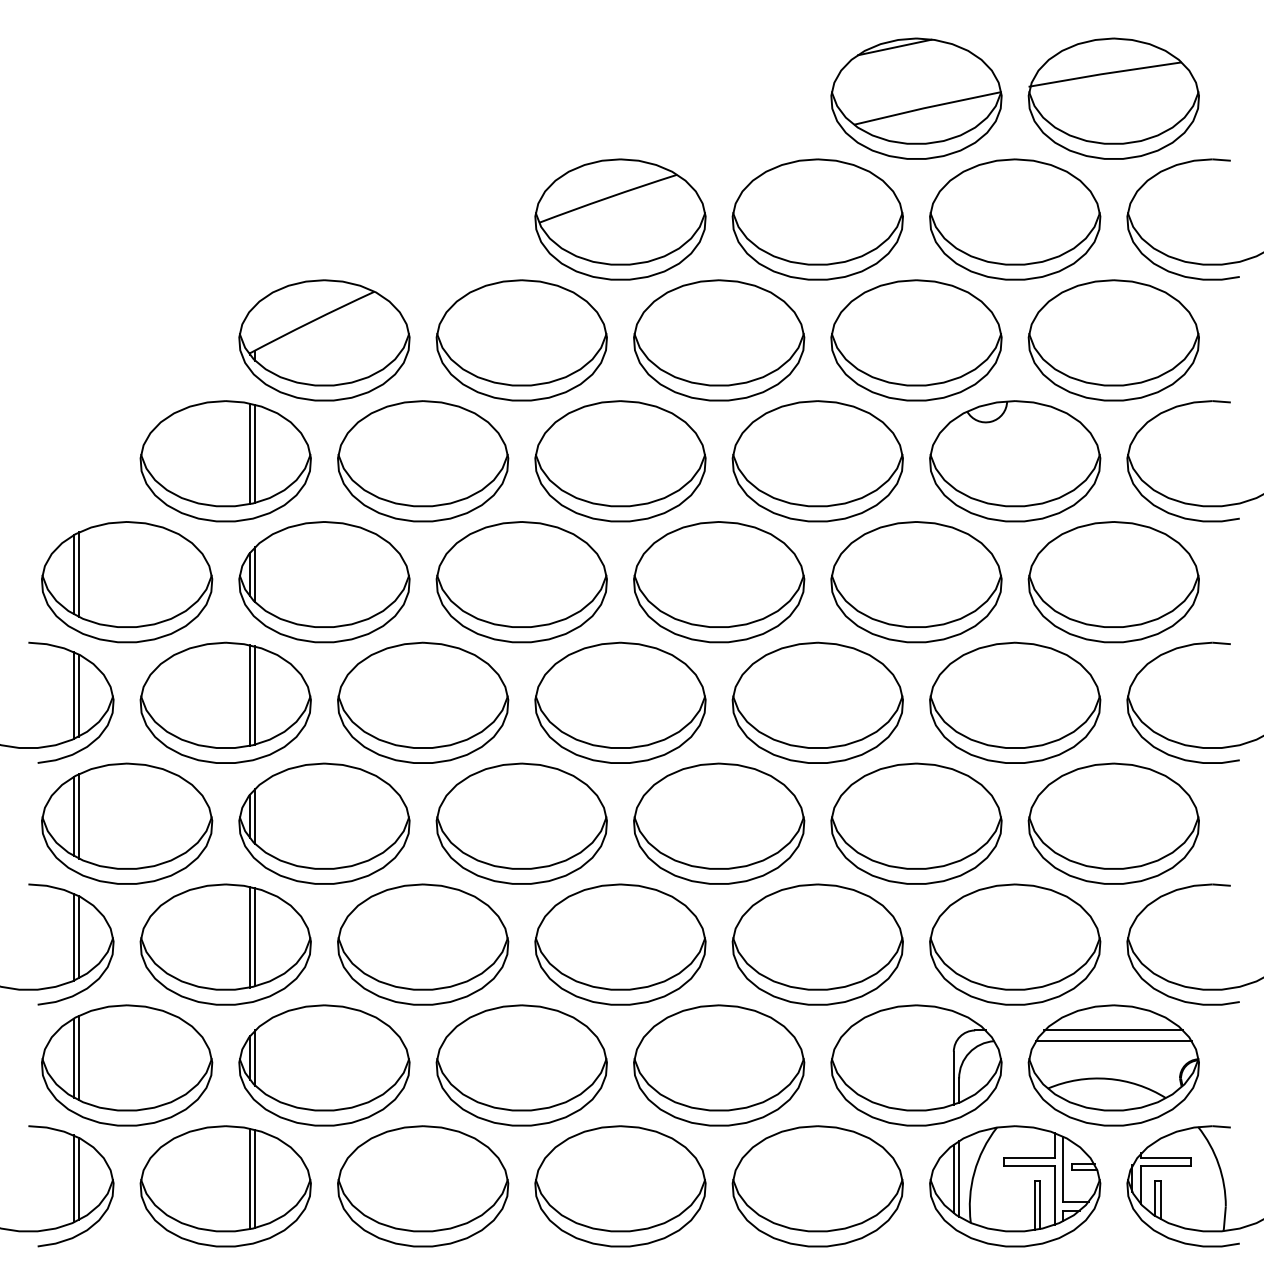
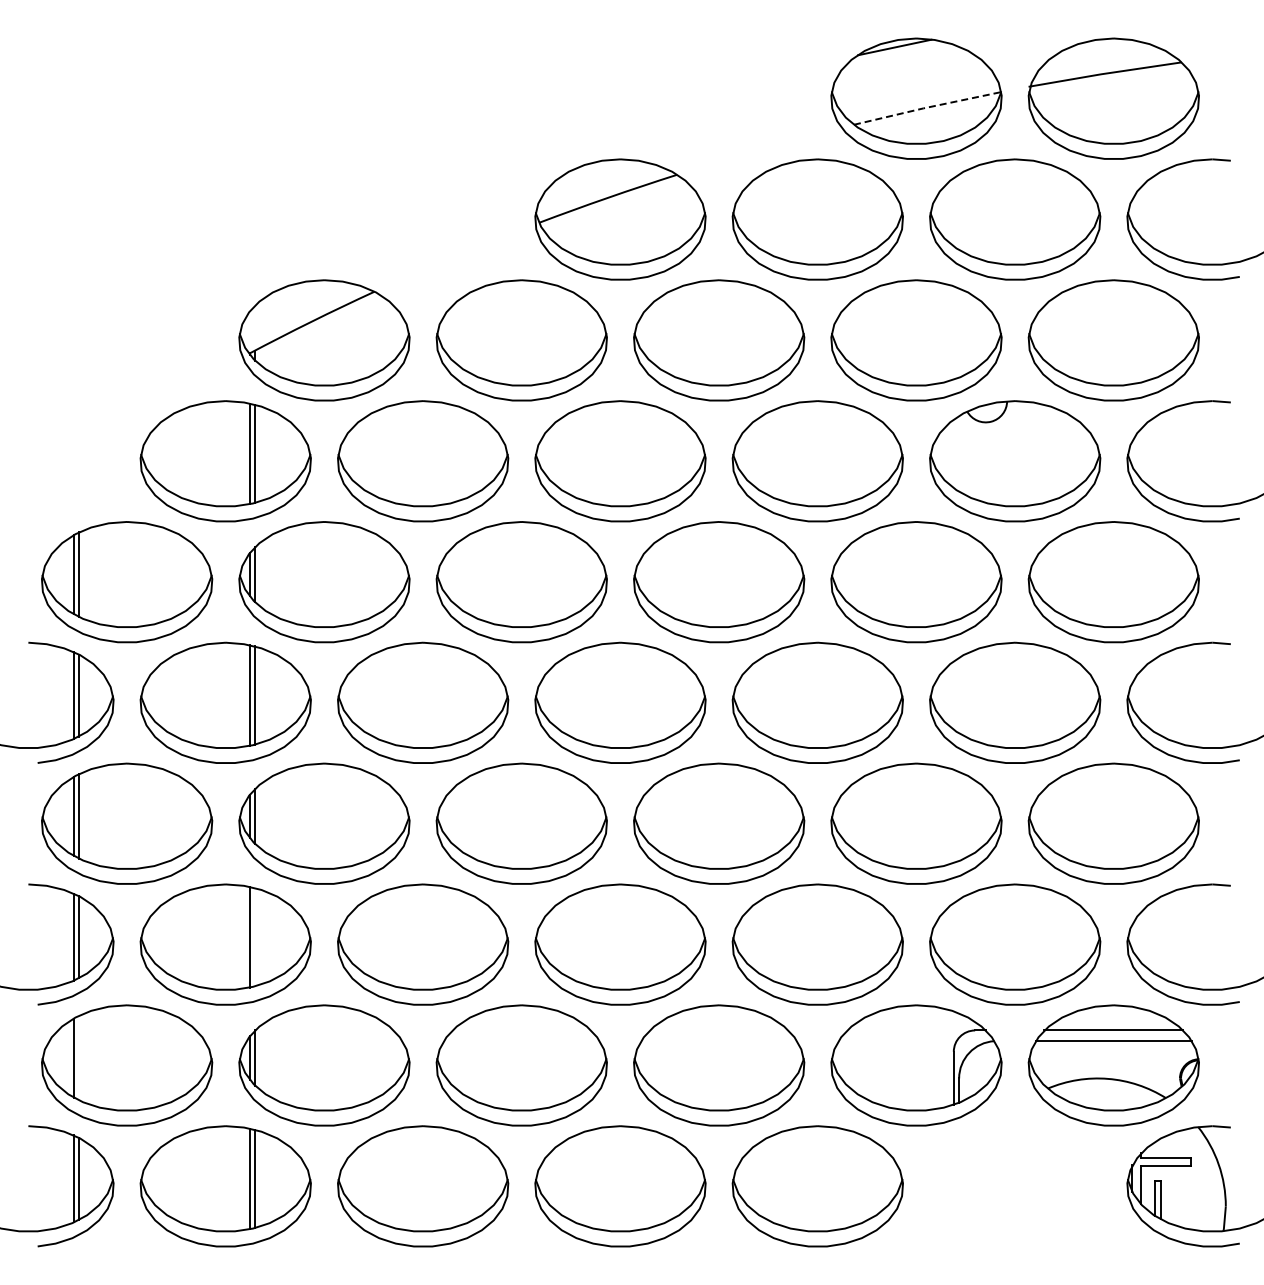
line at (927, 107): solid -> dashed
line at (255, 937): present -> none
line at (79, 1057): present -> none
part at (1015, 1186): present -> none
